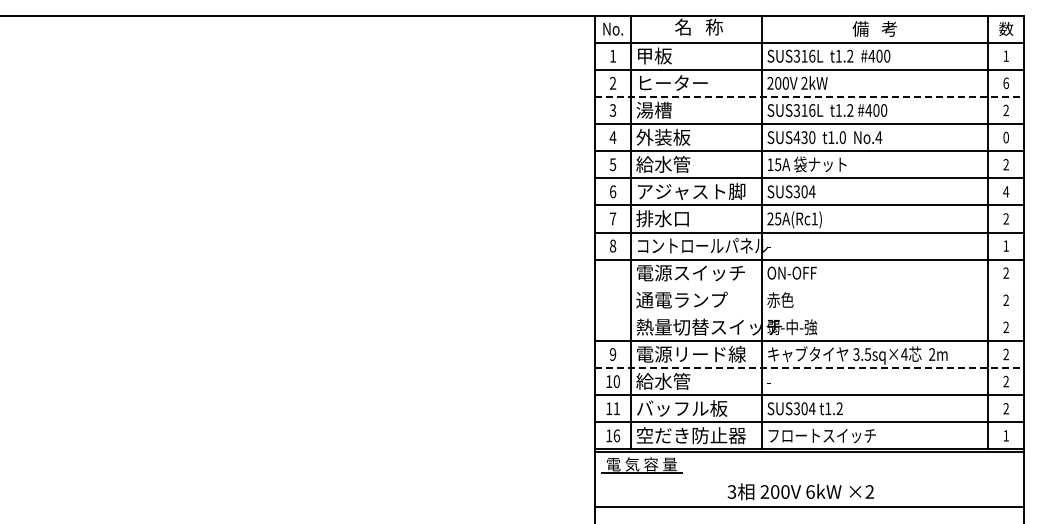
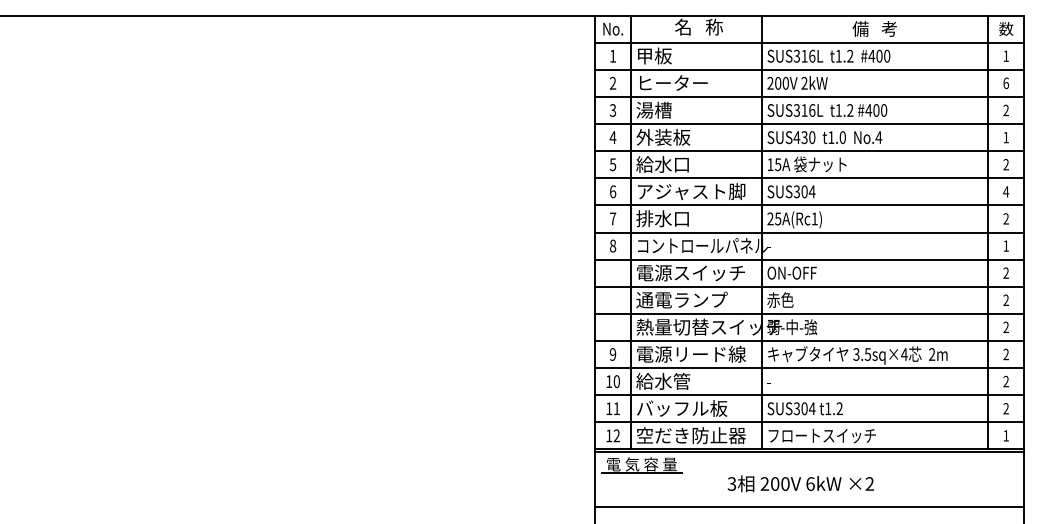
line at (809, 96): dashed -> solid
text at (1005, 137): 0 -> 1
text at (681, 164): 給水管 -> 給水口
line at (809, 286): none -> present
line at (809, 313): none -> present
line at (809, 368): dashed -> solid
text at (616, 435): 16 -> 12
text at (800, 491) position: (800, 491) -> (800, 483)
